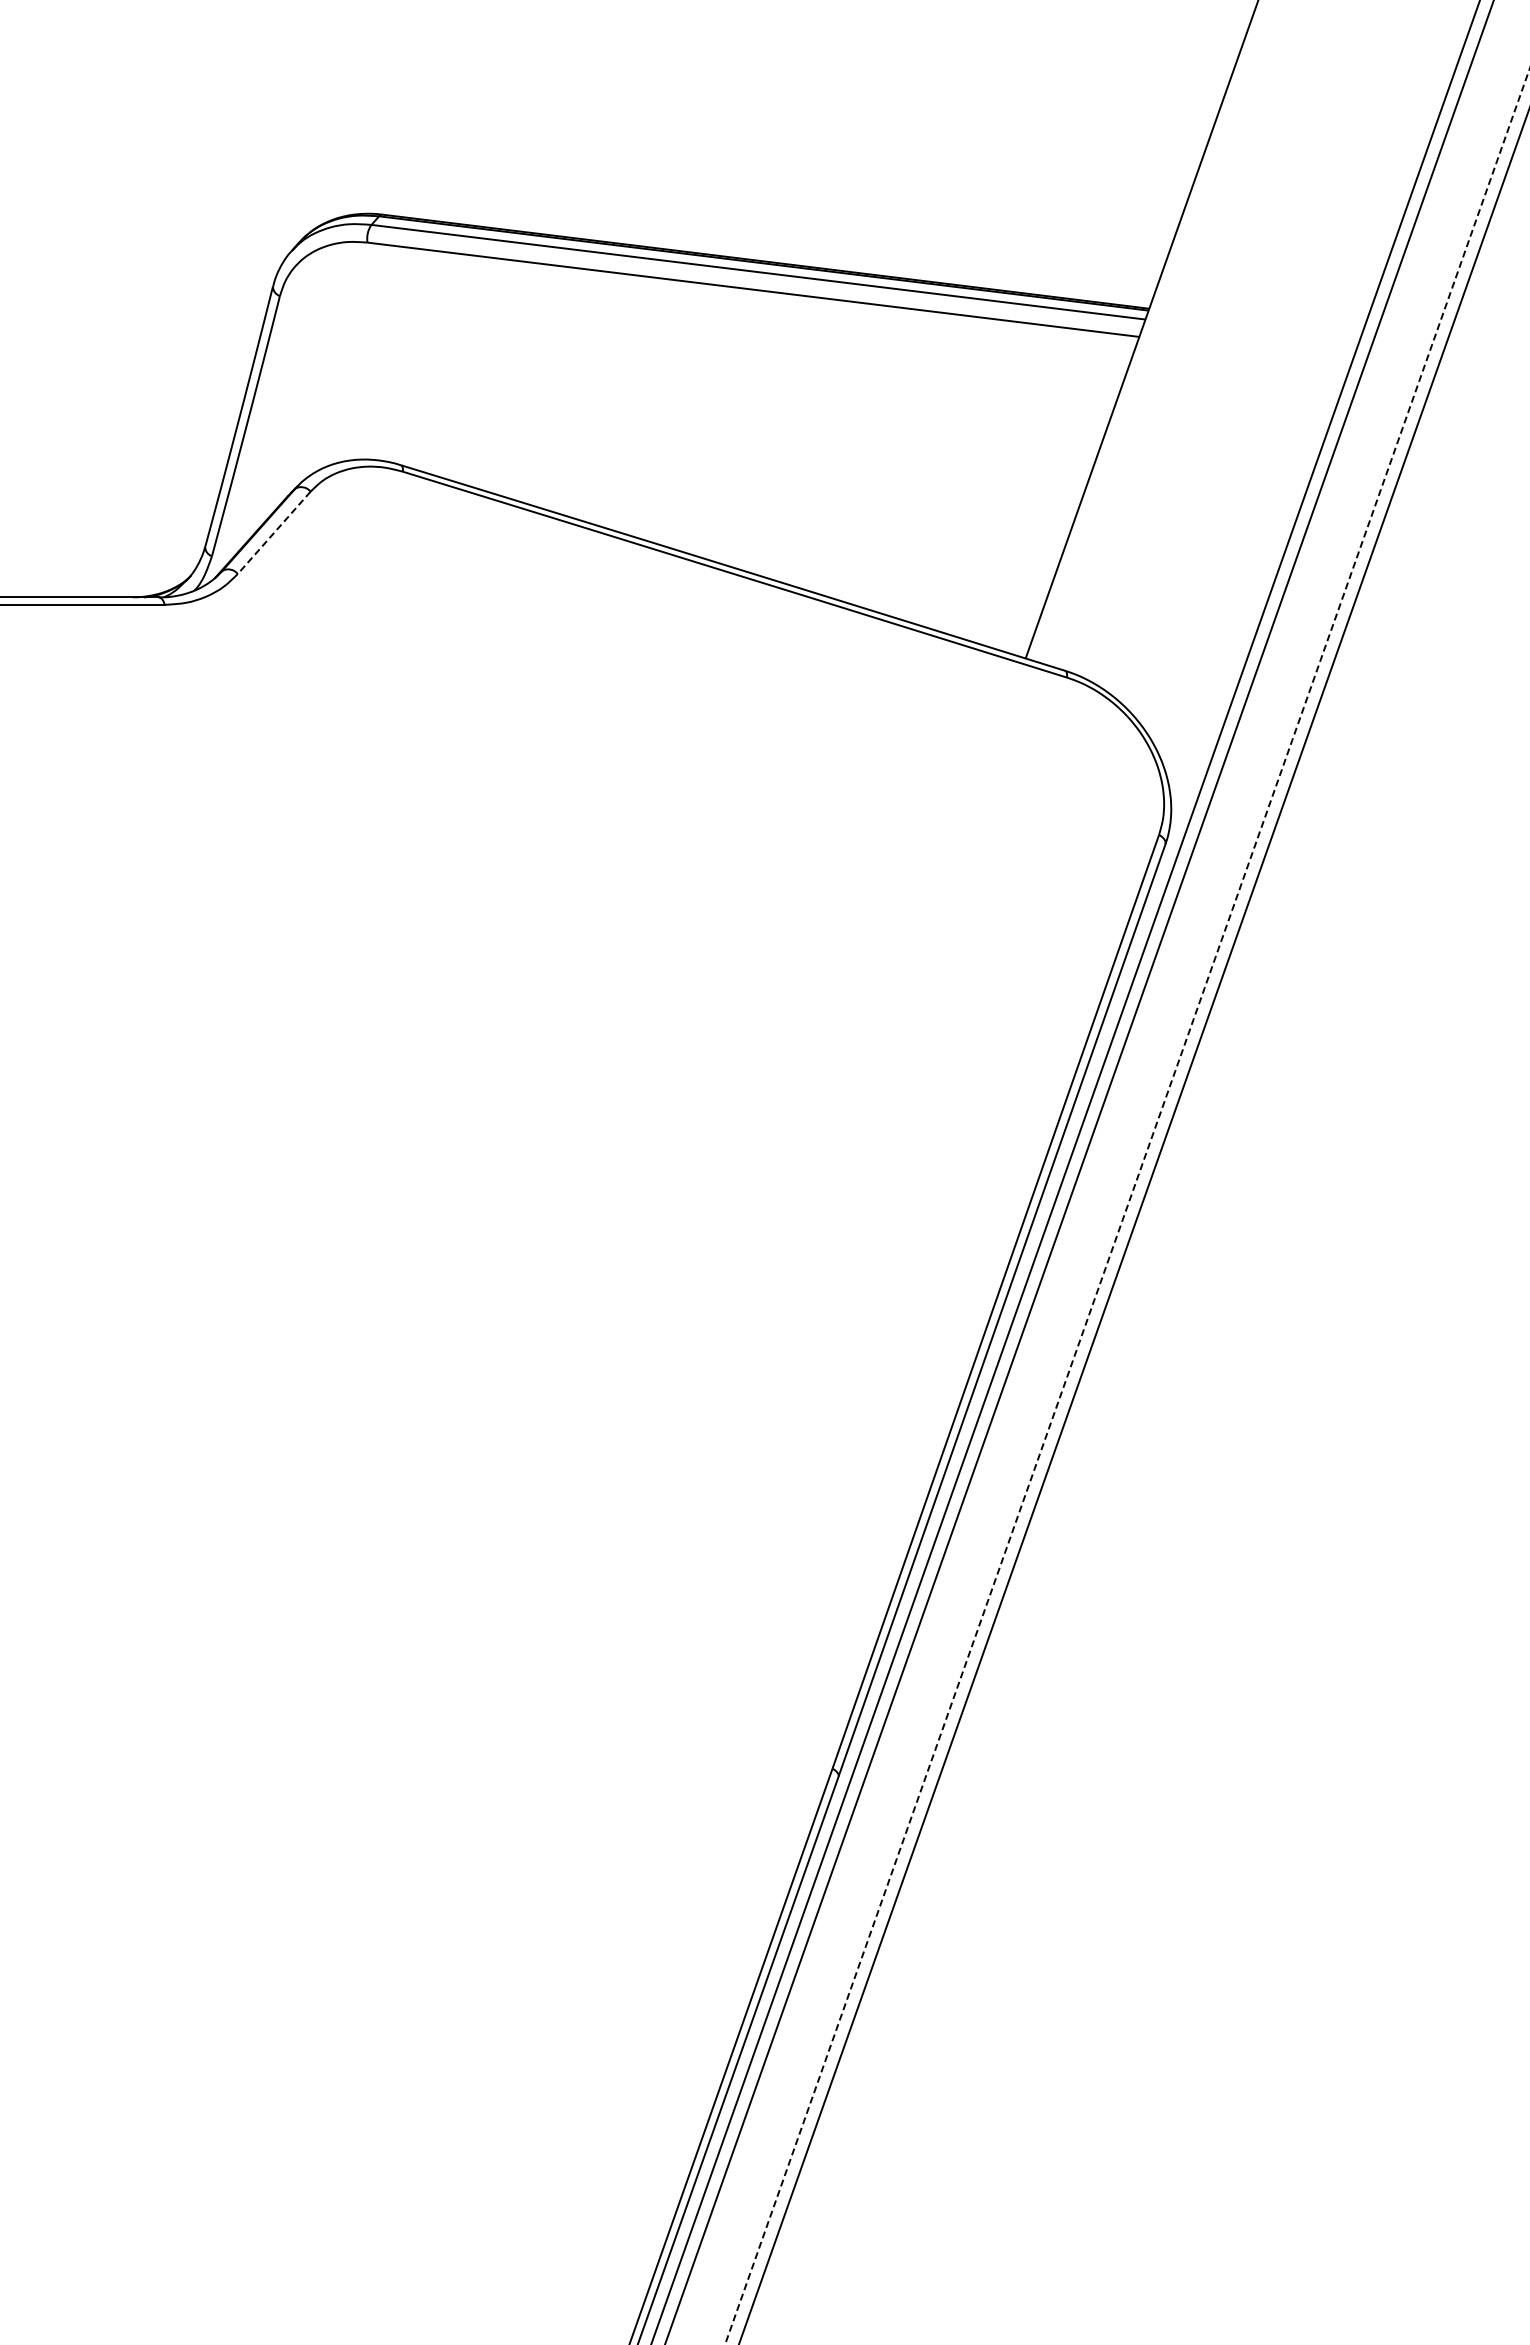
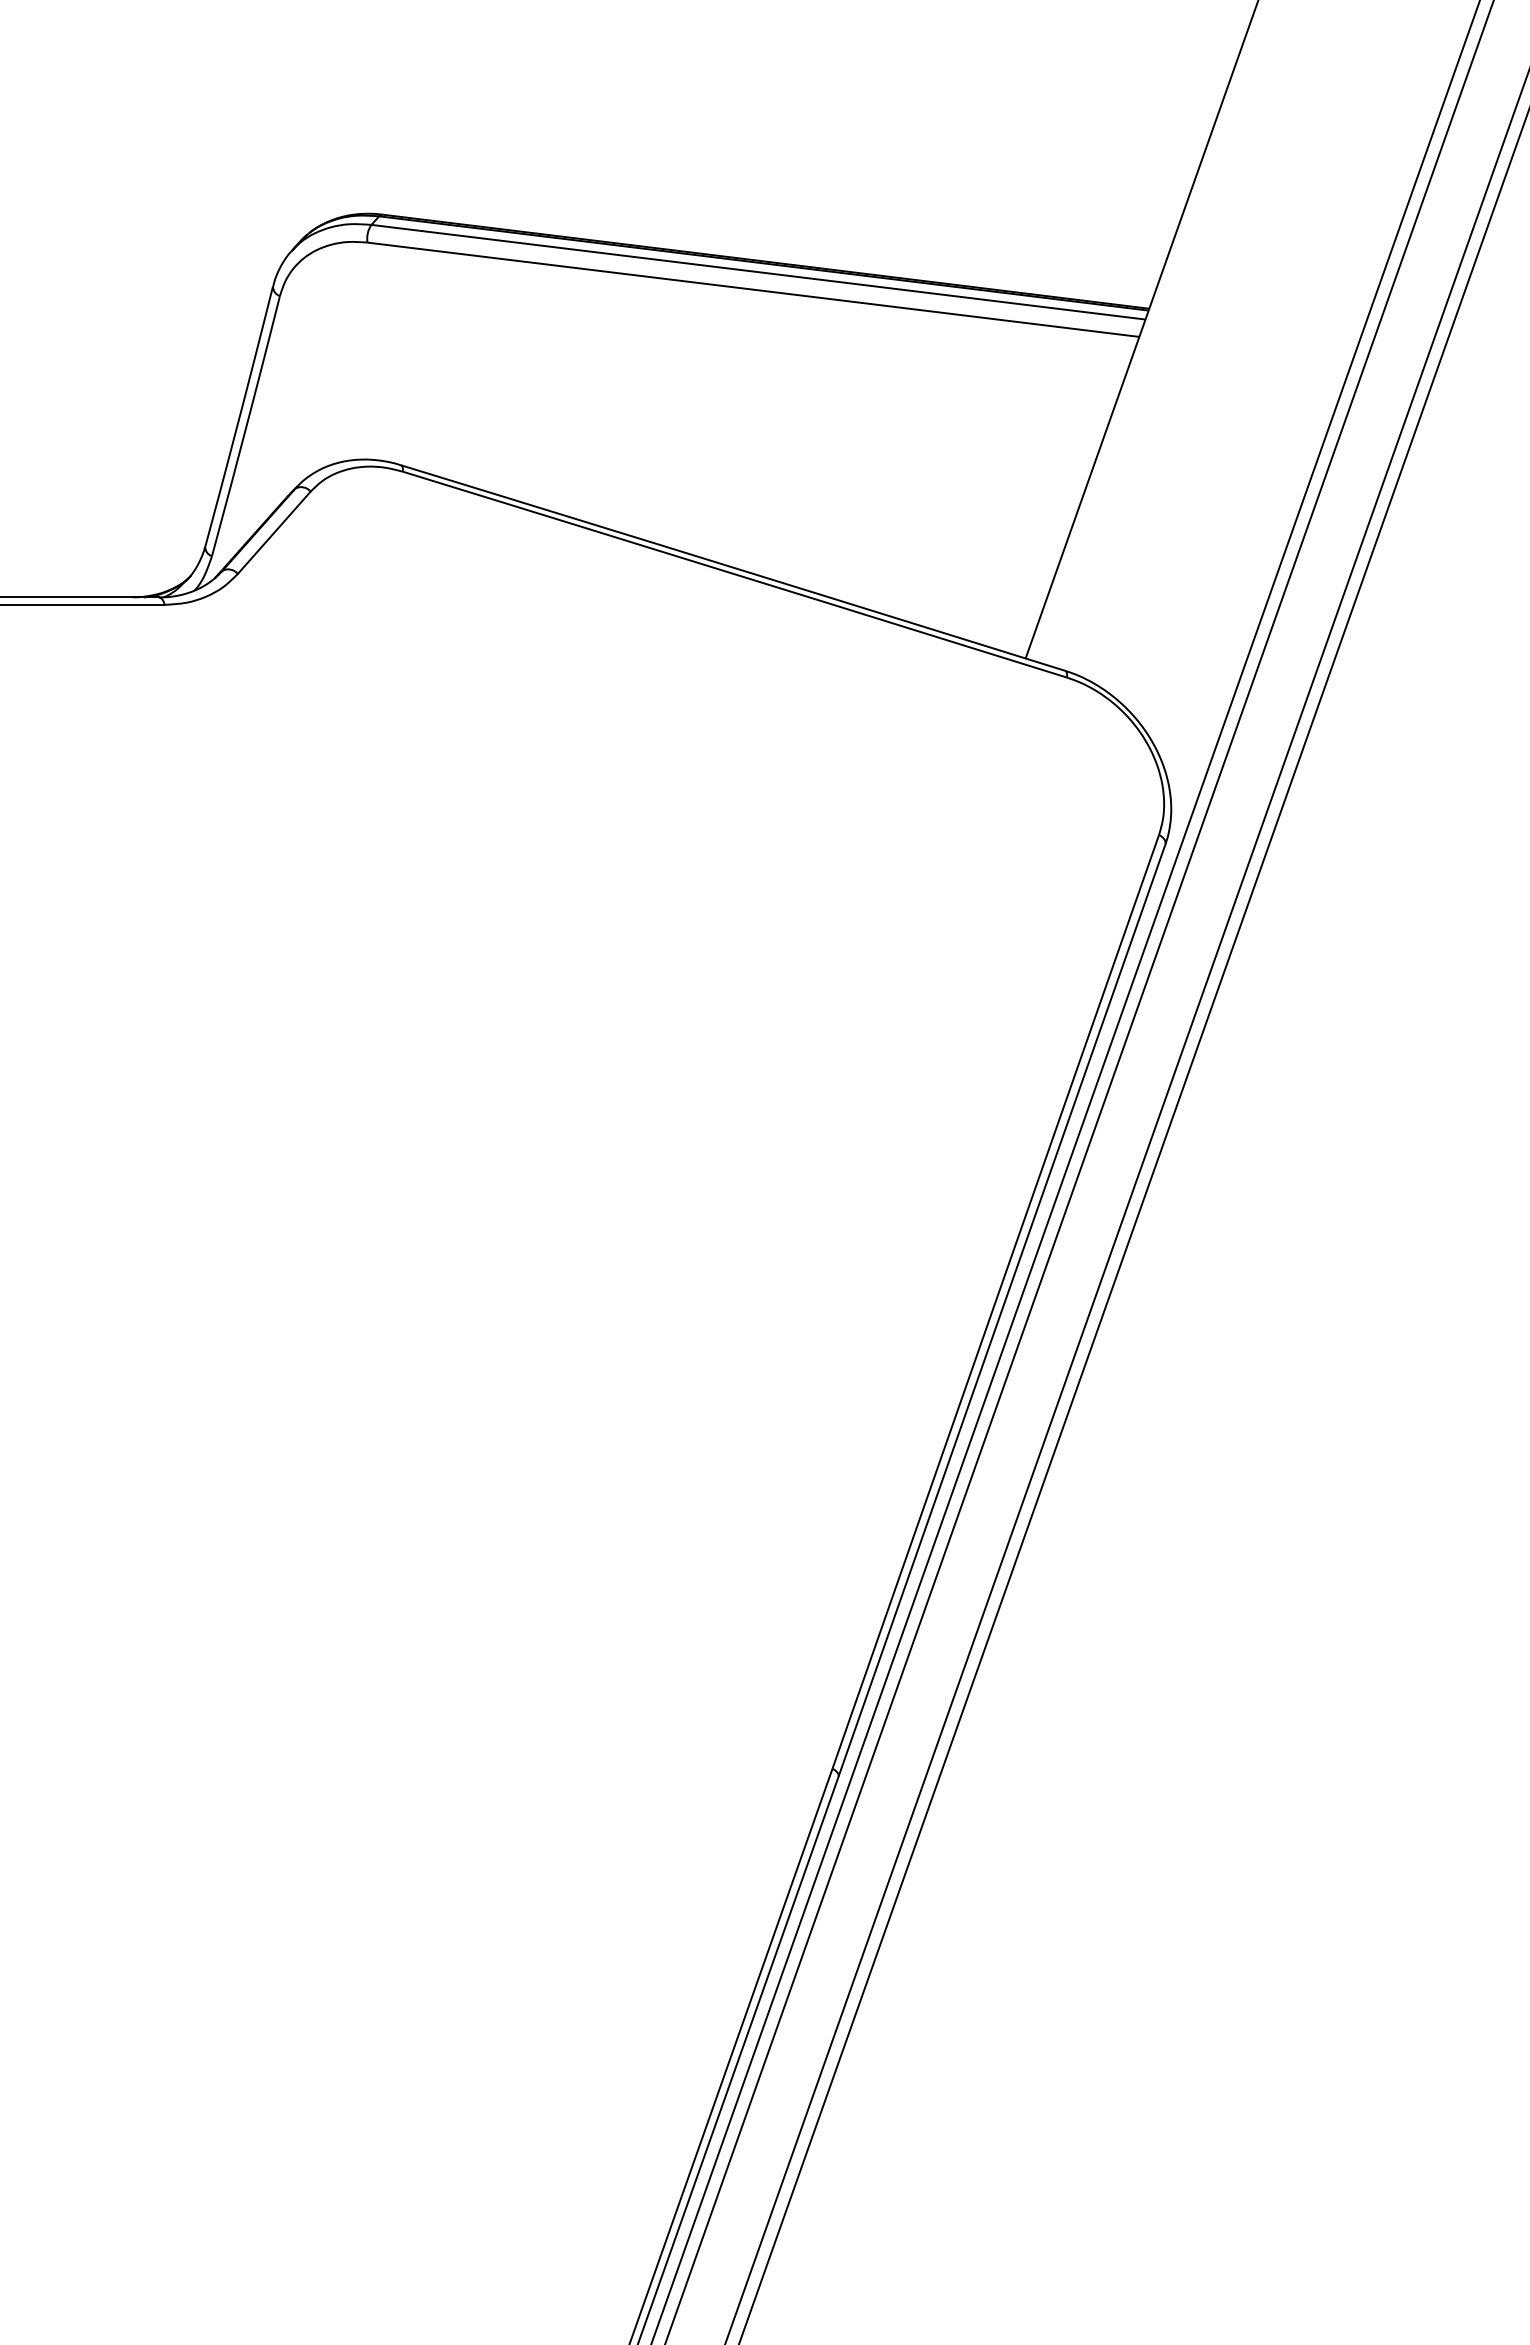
line at (274, 532): dashed -> solid
line at (1127, 1205): dashed -> solid
